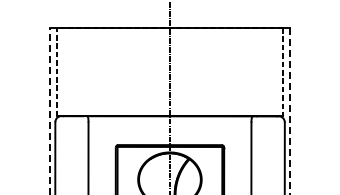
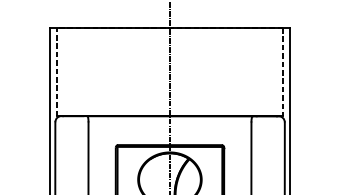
line at (49, 110): dashed -> solid
line at (290, 111): dashed -> solid
